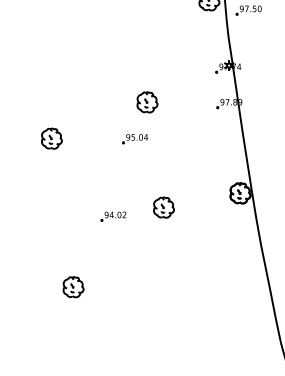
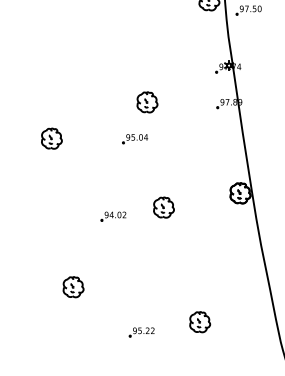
part at (200, 322): none -> present
part at (141, 332): none -> present
